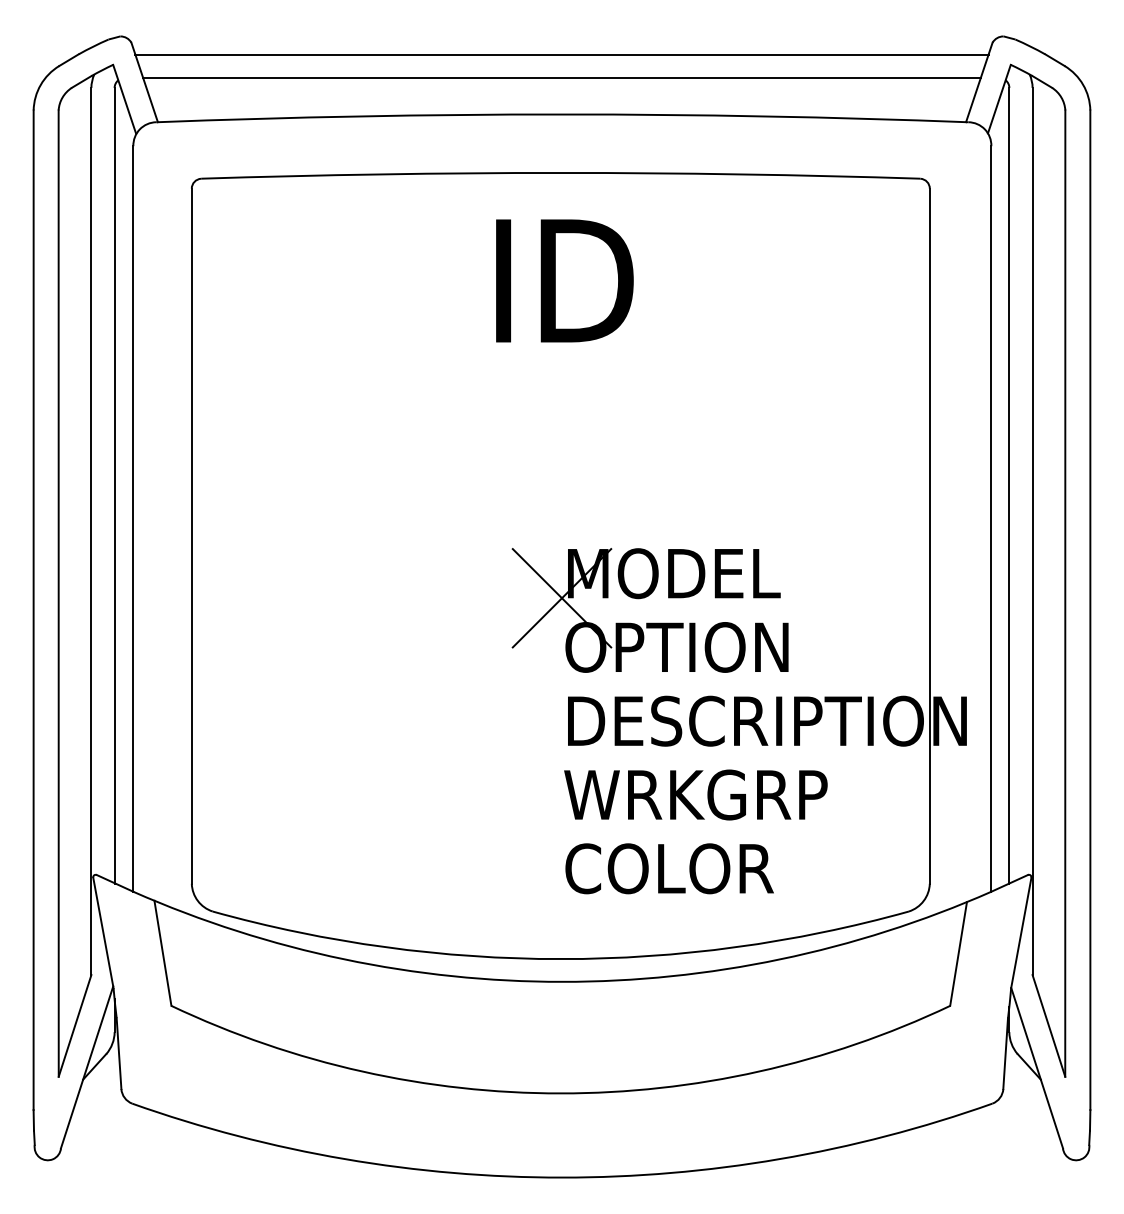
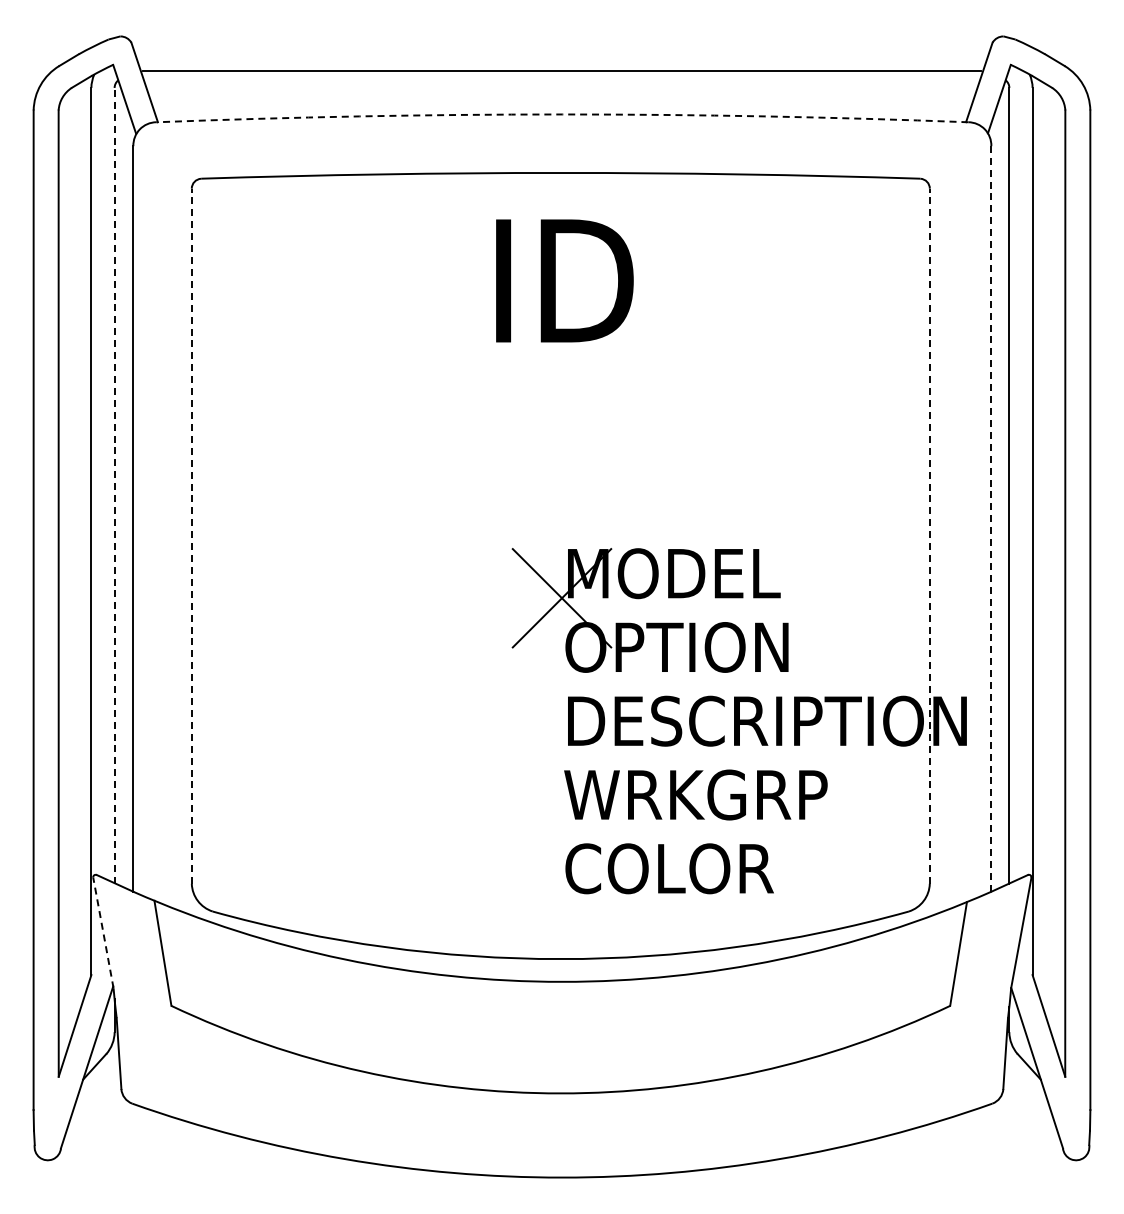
line at (561, 55): present -> none
line at (561, 78) position: (561, 78) -> (561, 71)
arc at (562, 114): solid -> dashed
line at (114, 485): solid -> dashed
line at (991, 518): solid -> dashed
line at (191, 536): solid -> dashed
line at (929, 536): solid -> dashed
line at (103, 932): solid -> dashed
